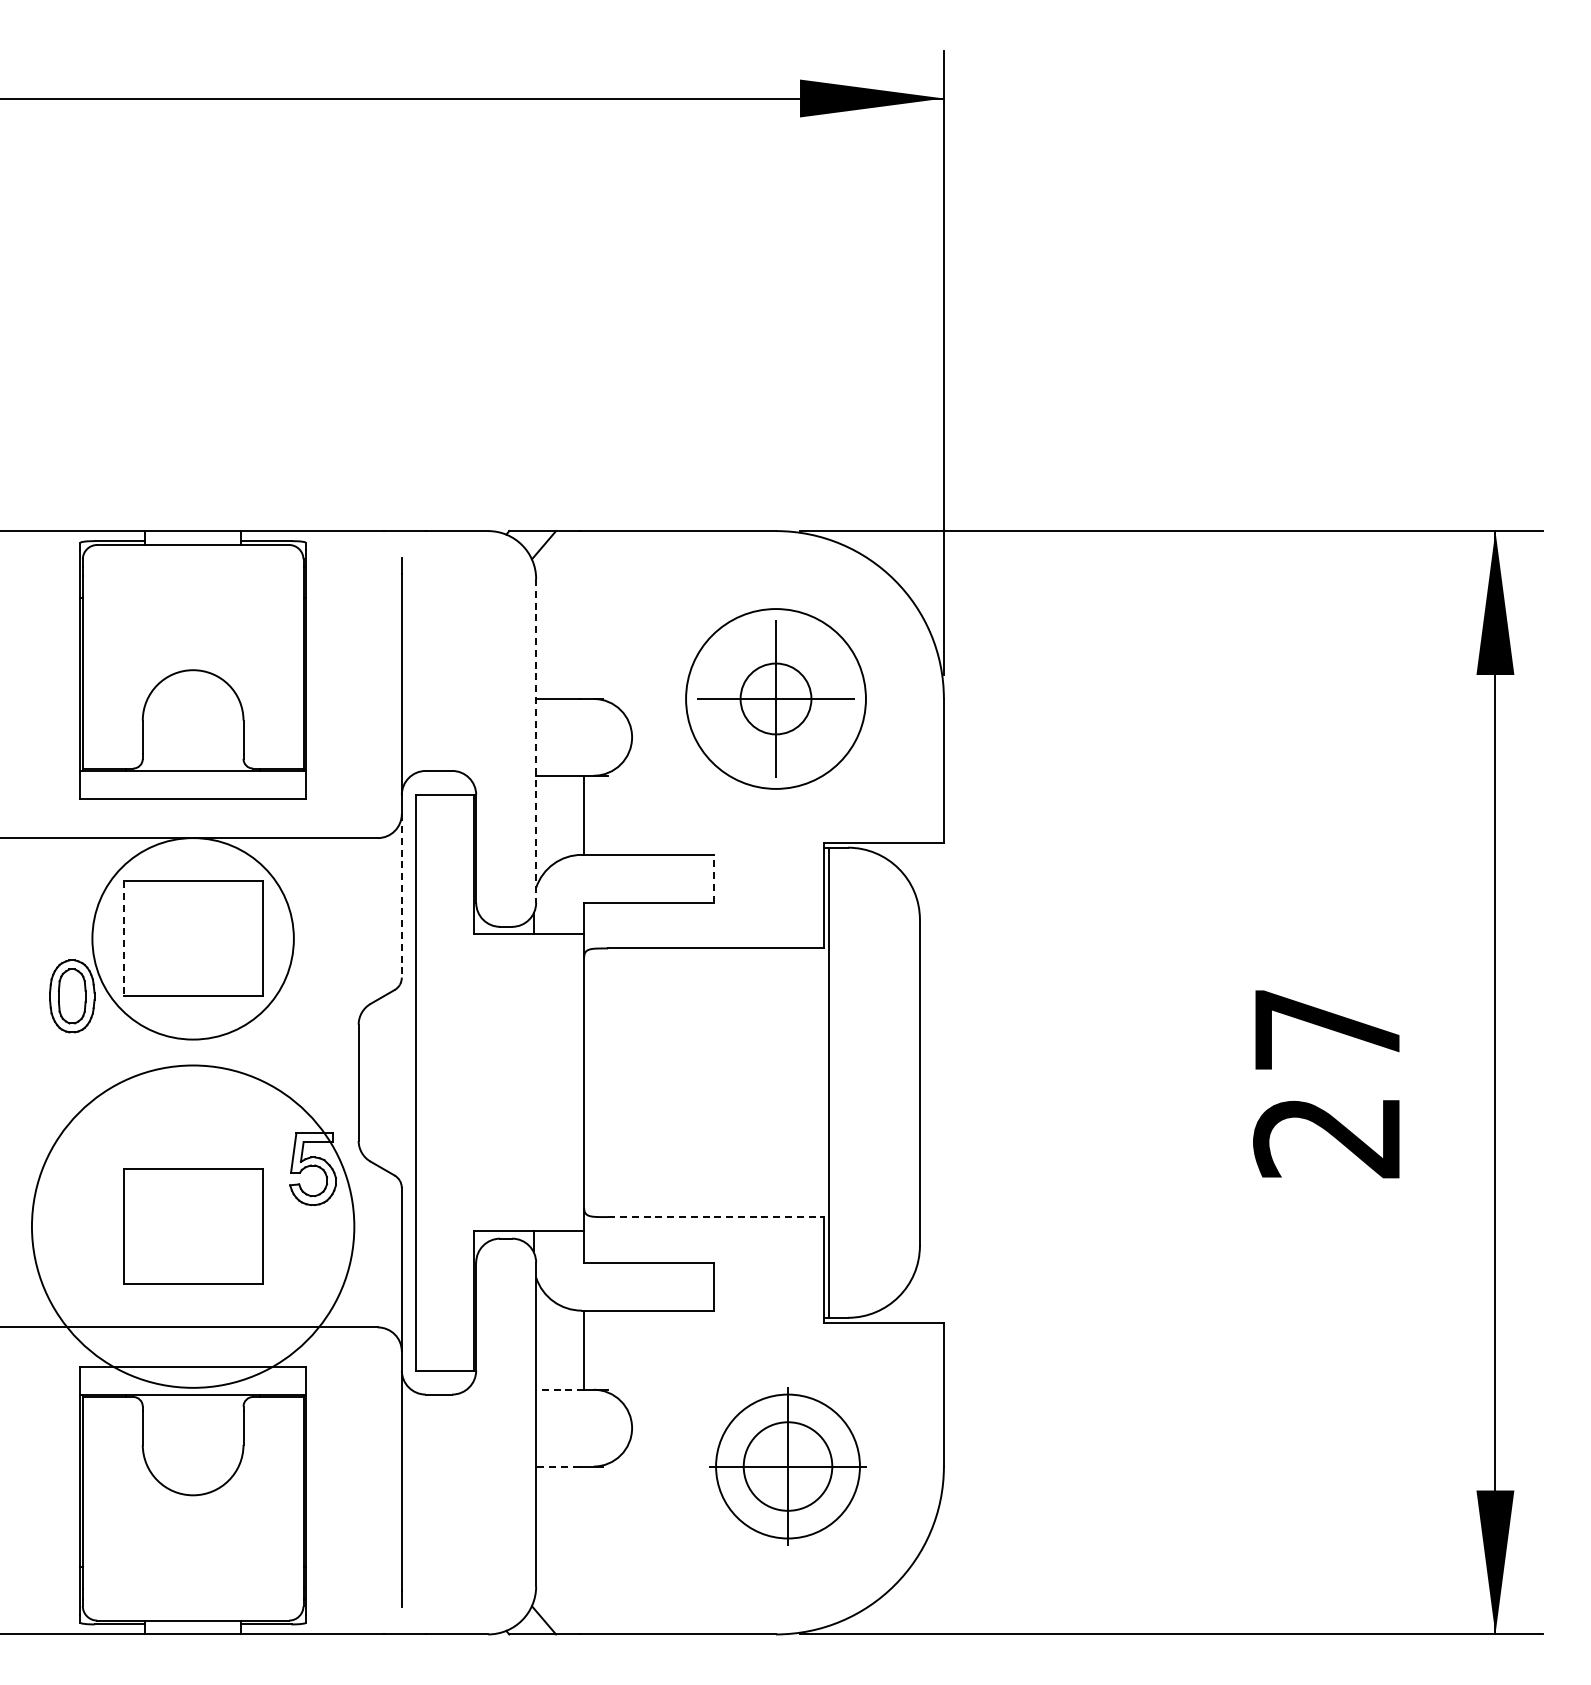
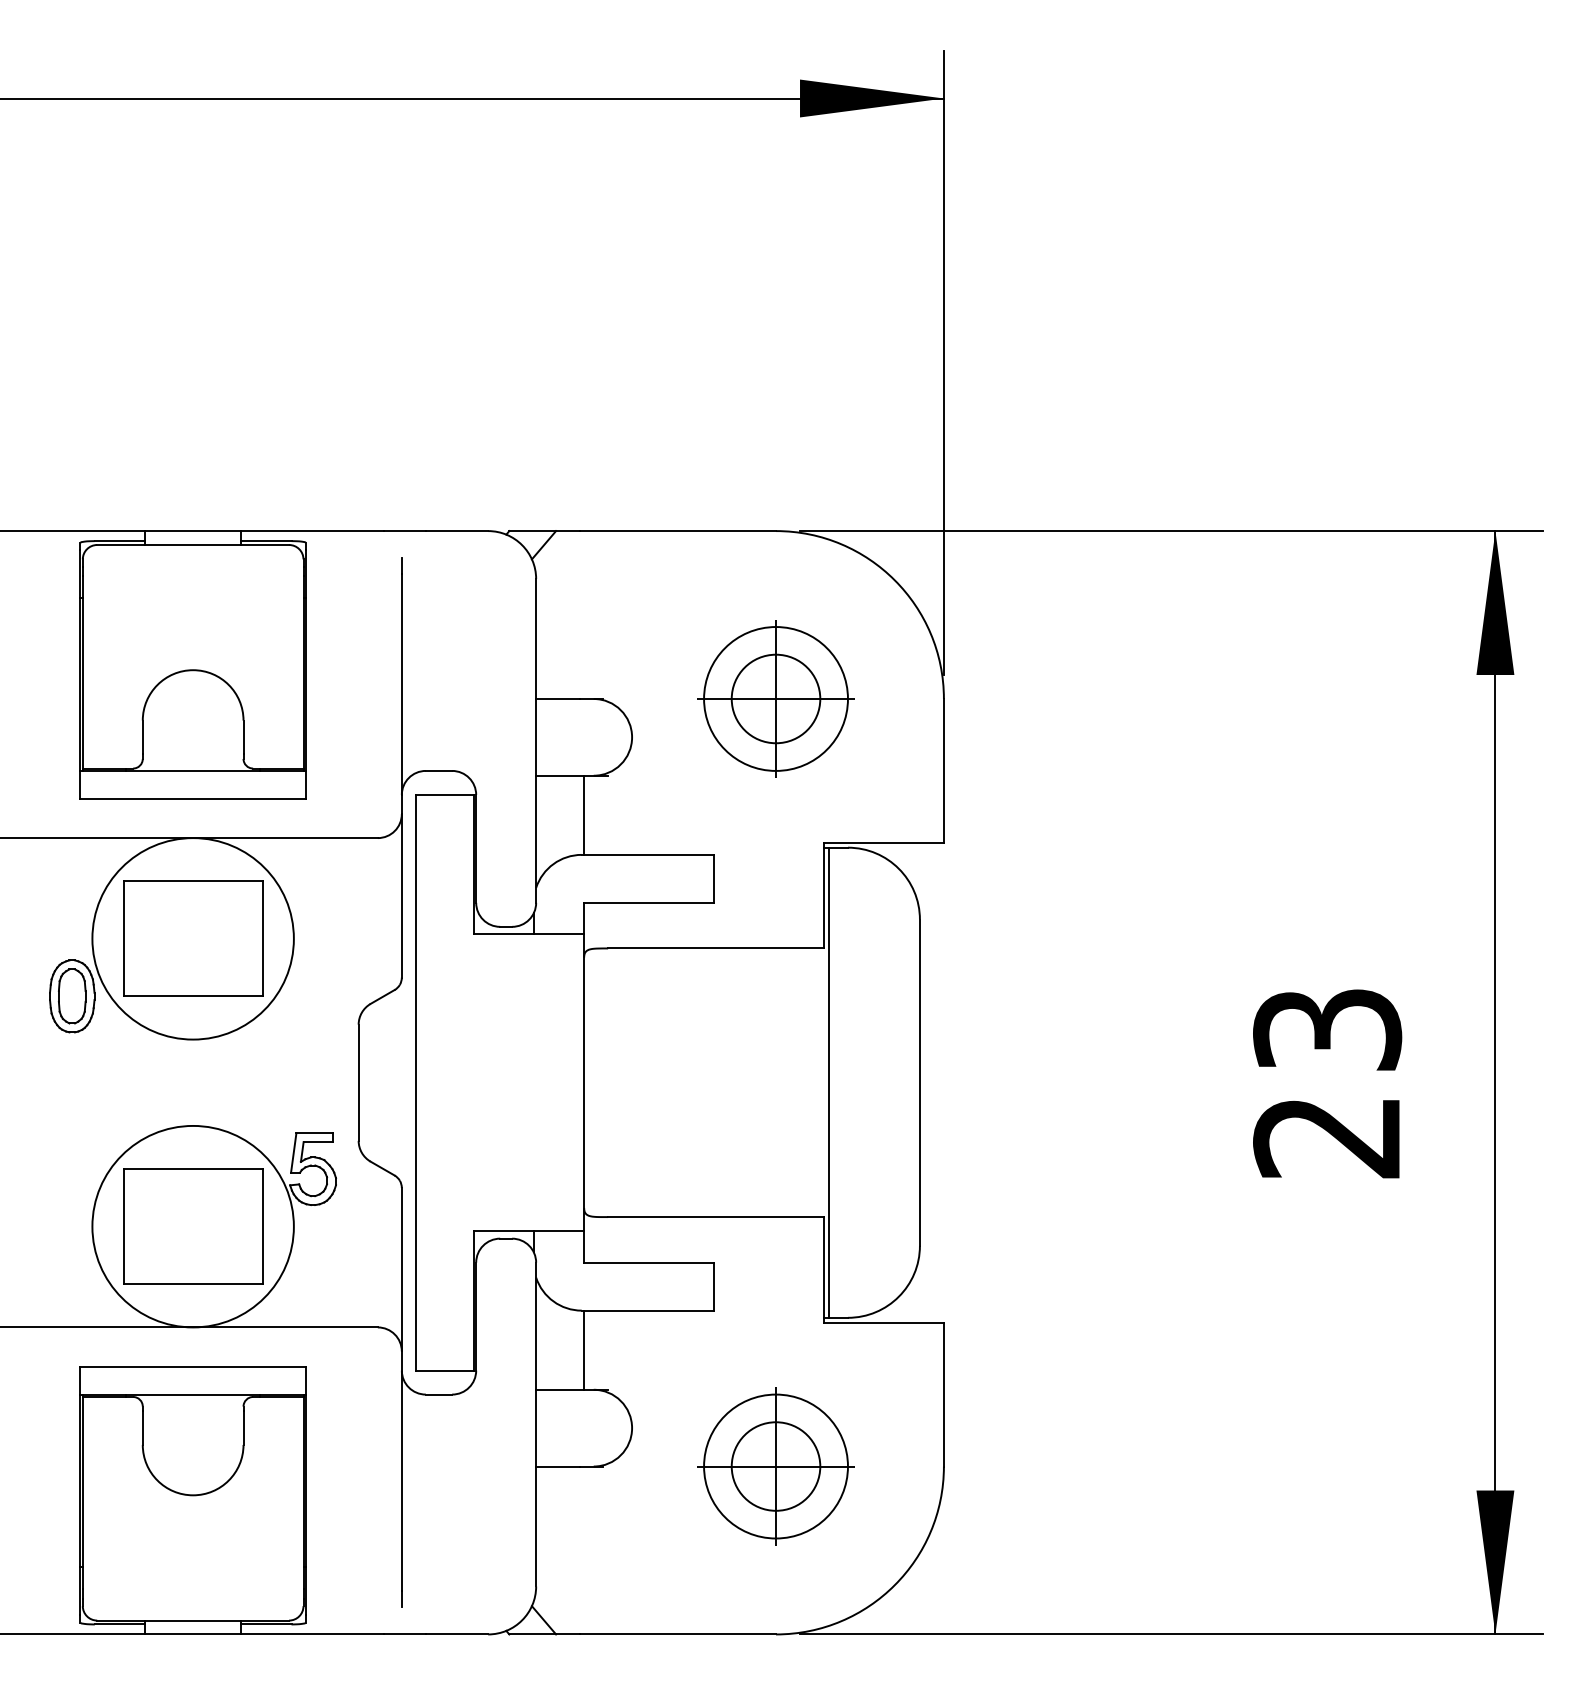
circle at (775, 698) diameter: 180 px -> 144 px
circle at (775, 698) diameter: 71 px -> 89 px
line at (536, 740): dashed -> solid
line at (713, 878): dashed -> solid
line at (401, 895): dashed -> solid
line at (123, 938): dashed -> solid
text at (1327, 1029): 27 -> 23
line at (716, 1217): dashed -> solid
circle at (192, 1226) diameter: 322 px -> 201 px
line at (560, 1389): dashed -> solid
line at (558, 1466): dashed -> solid
part at (787, 1466) position: (787, 1466) -> (775, 1466)
